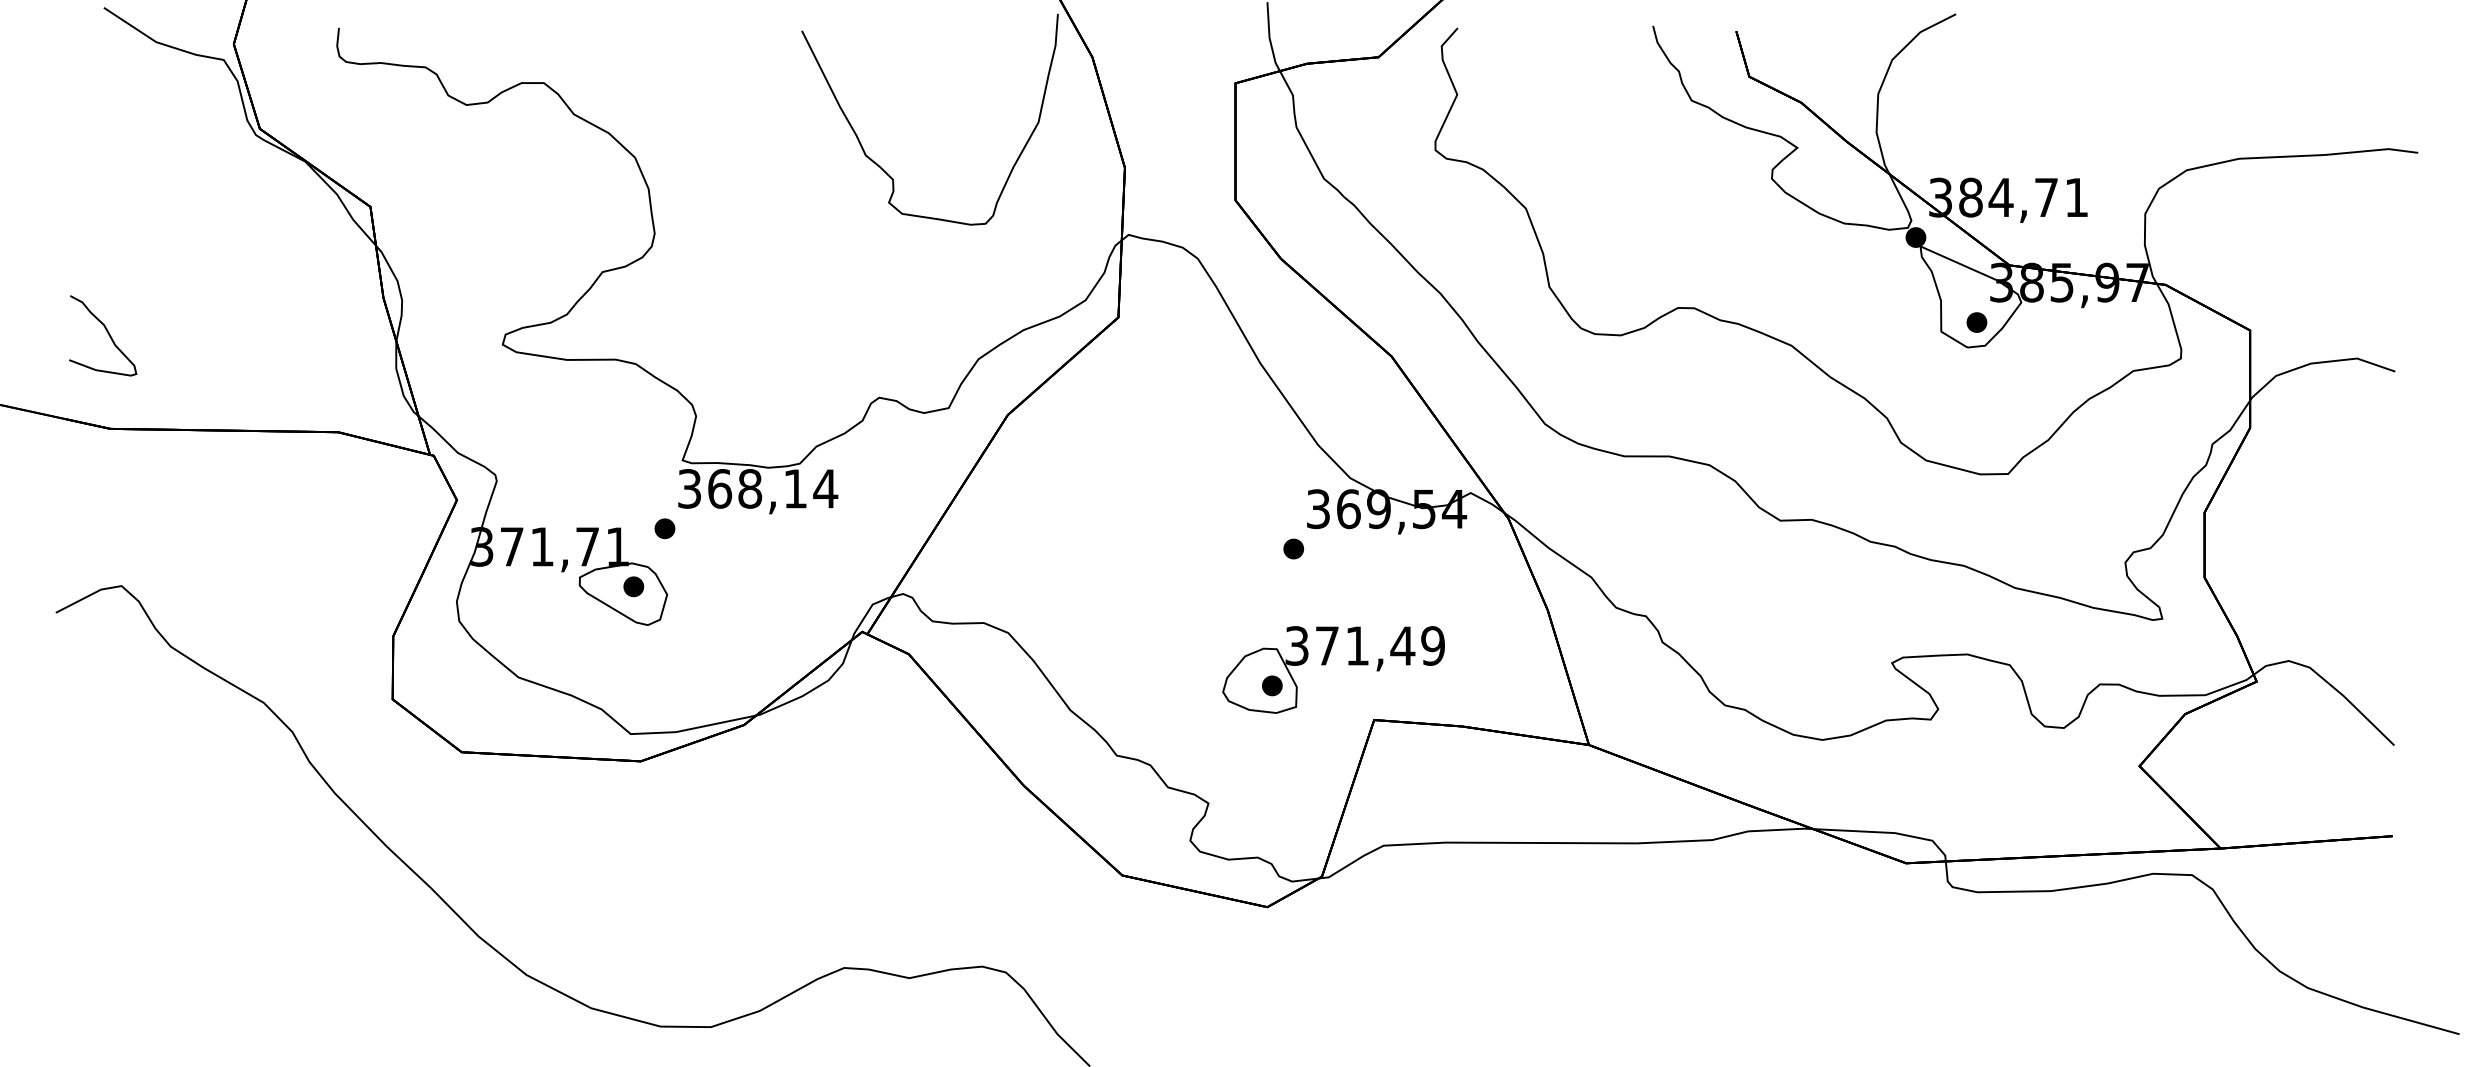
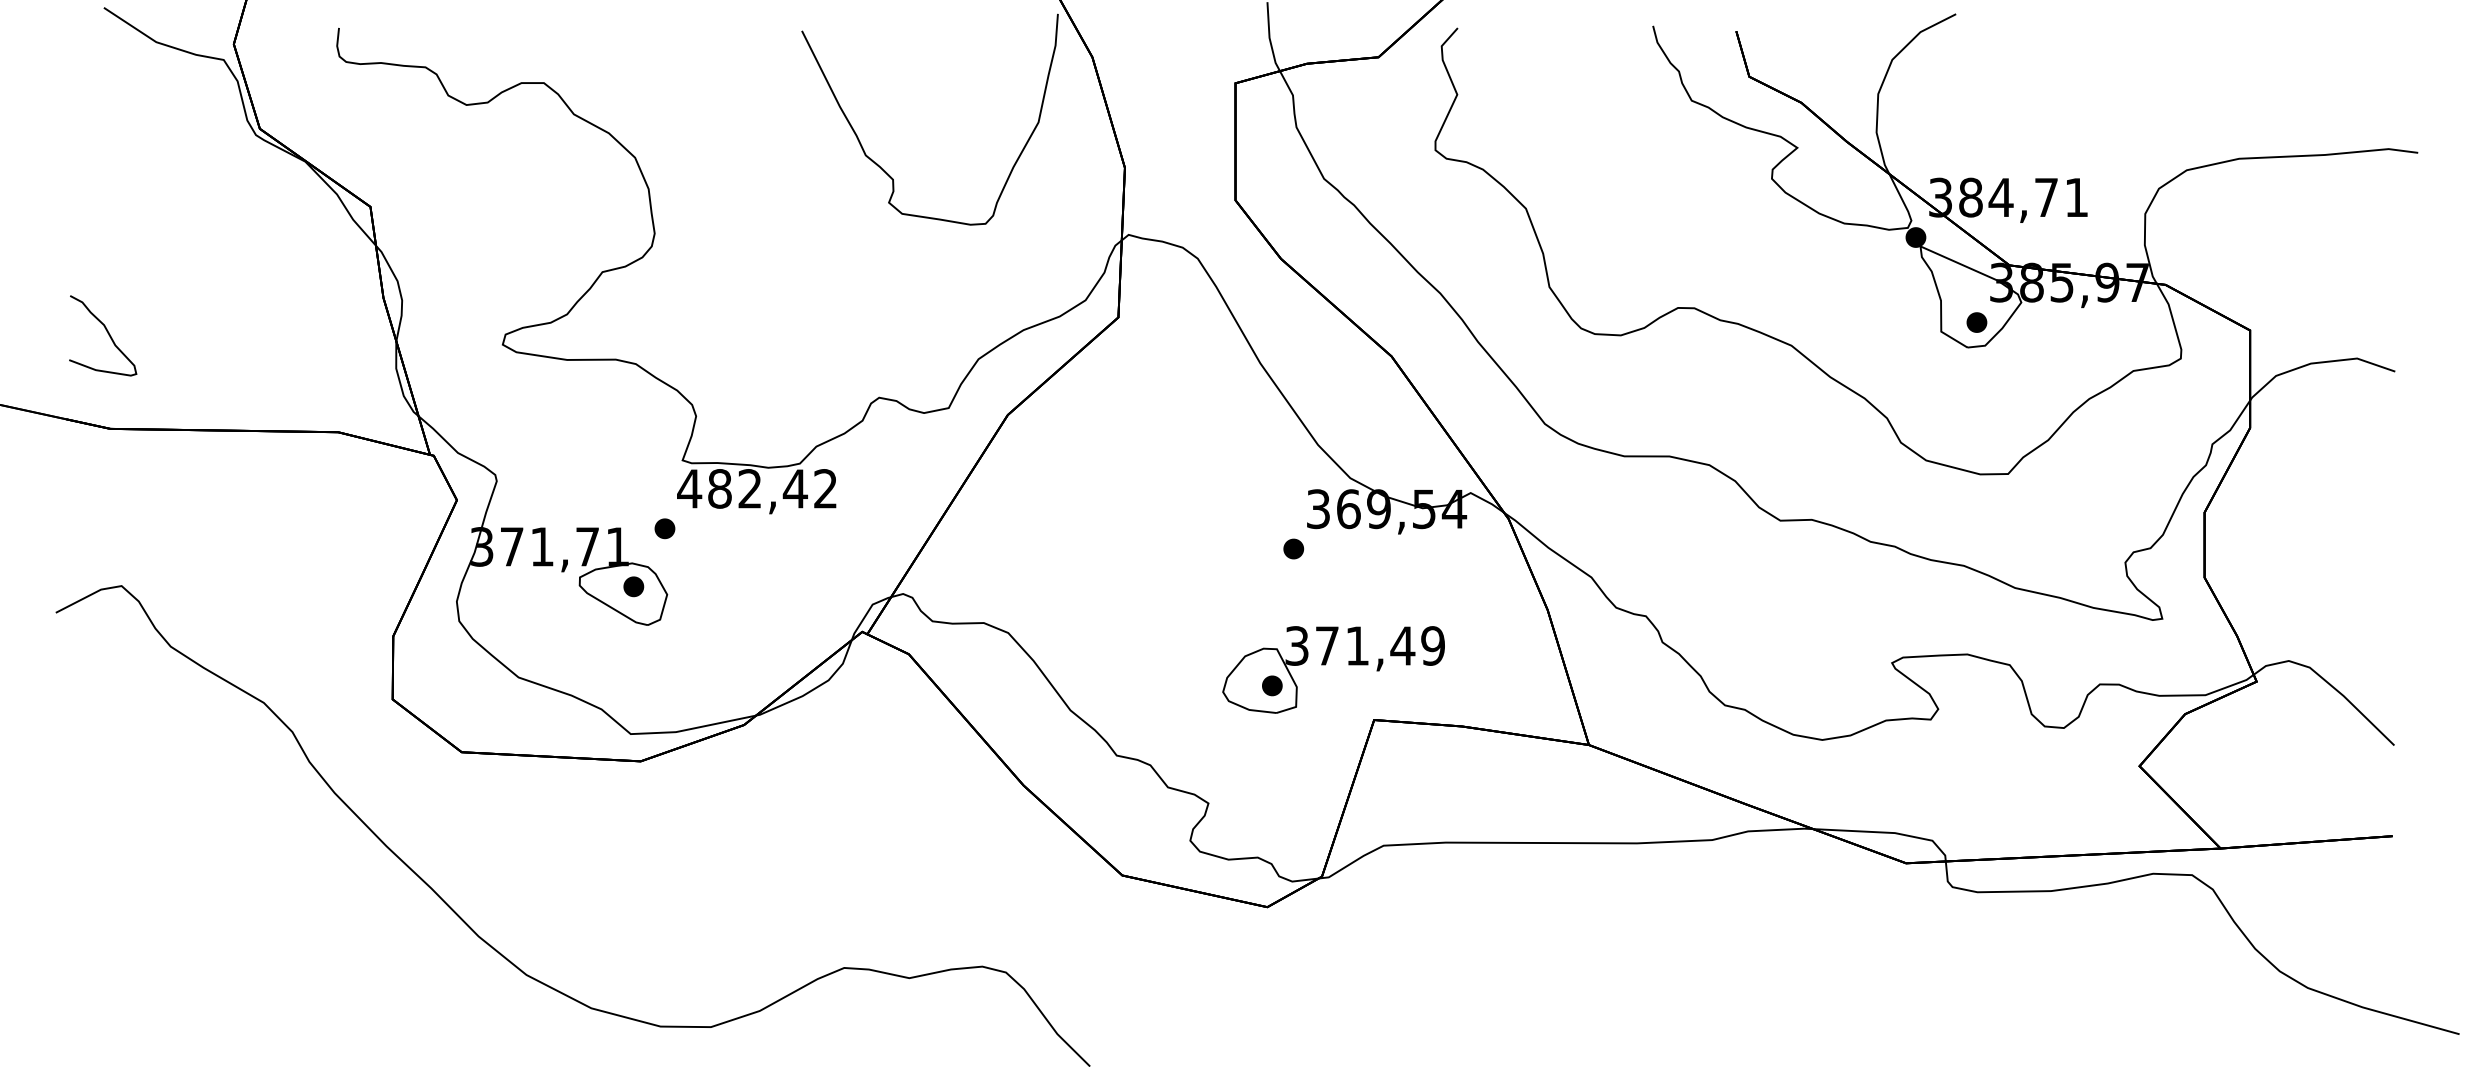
text at (757, 488): 368,14 -> 482,42
